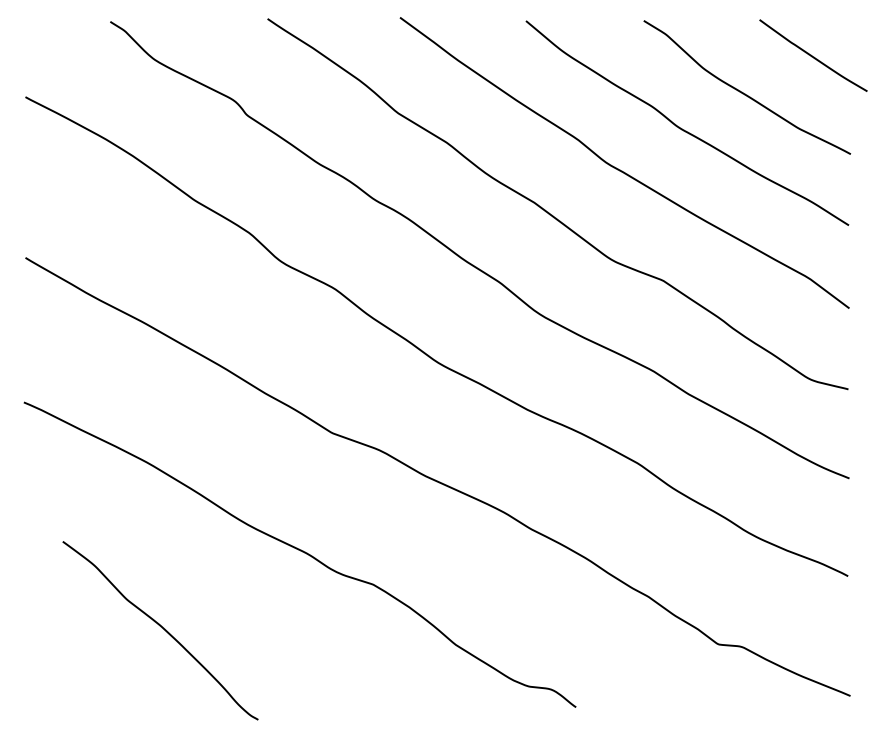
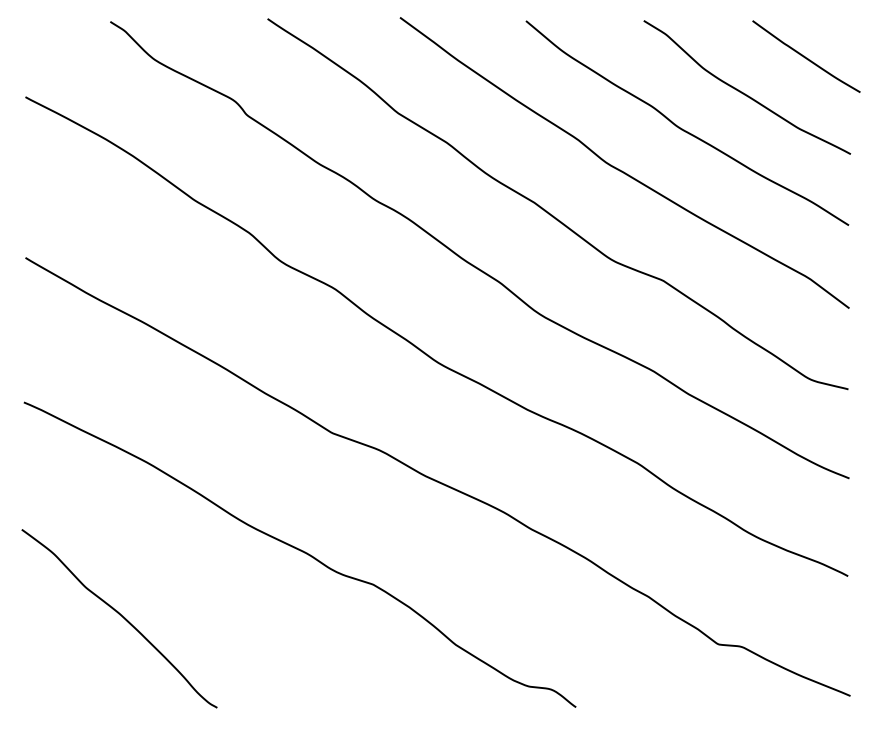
curve at (812, 55) position: (812, 55) -> (805, 56)
curve at (162, 628) position: (162, 628) -> (121, 616)
